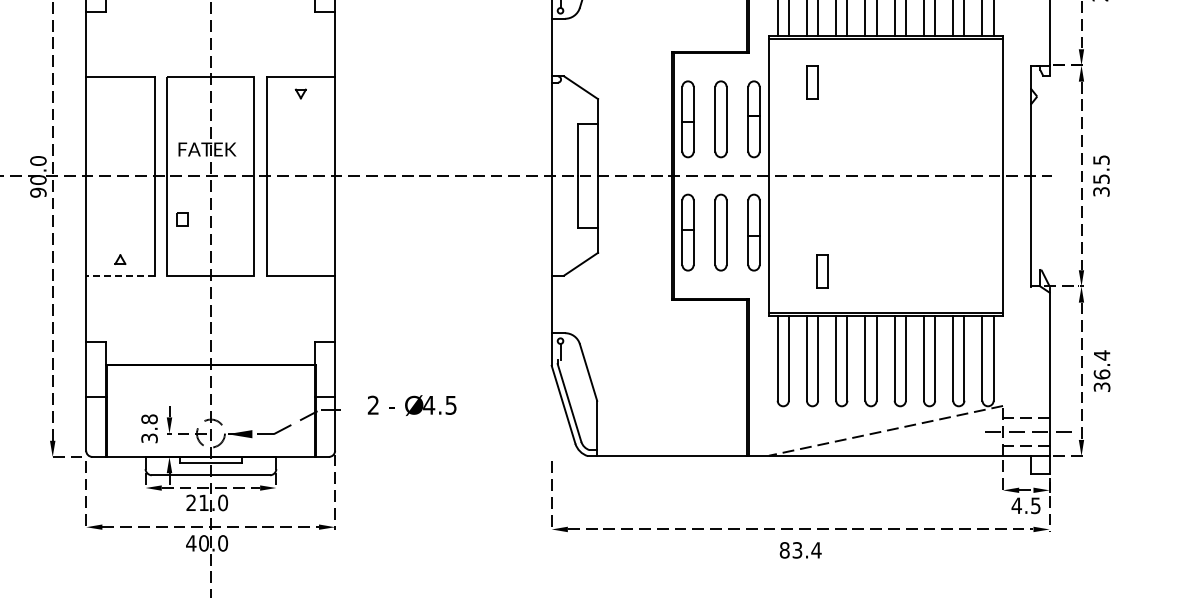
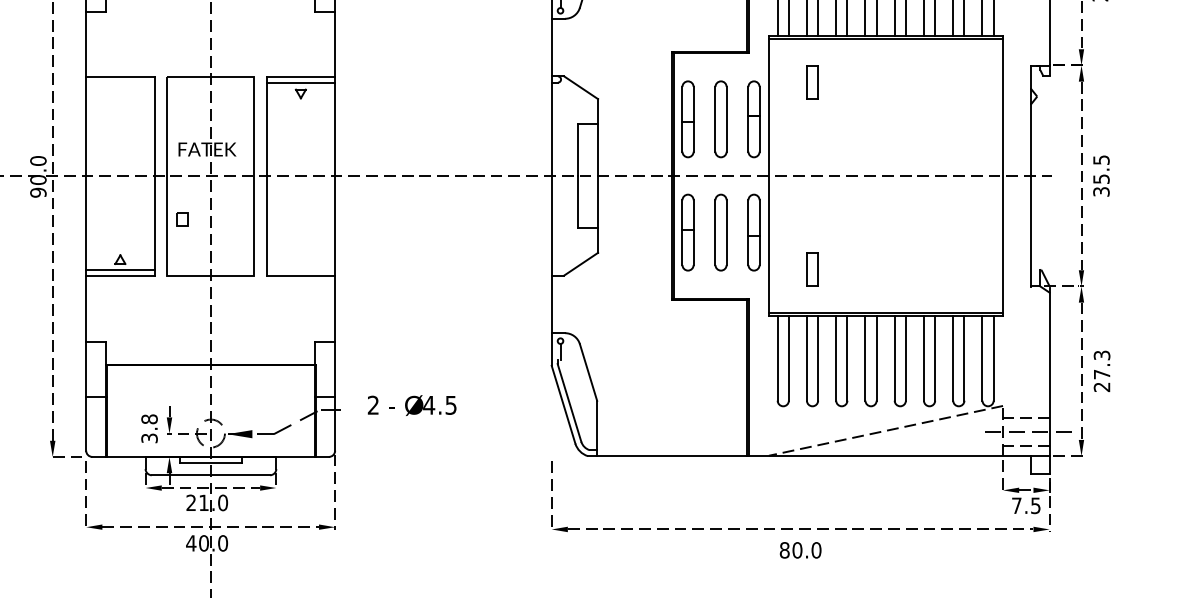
line at (300, 83): none -> present
line at (120, 270): none -> present
part at (822, 271) position: (822, 271) -> (812, 269)
line at (119, 276): dashed -> solid
text at (1101, 370): 36.4 -> 27.3
text at (1016, 505): 4.5 -> 7.5
text at (806, 550): 83.4 -> 80.0
